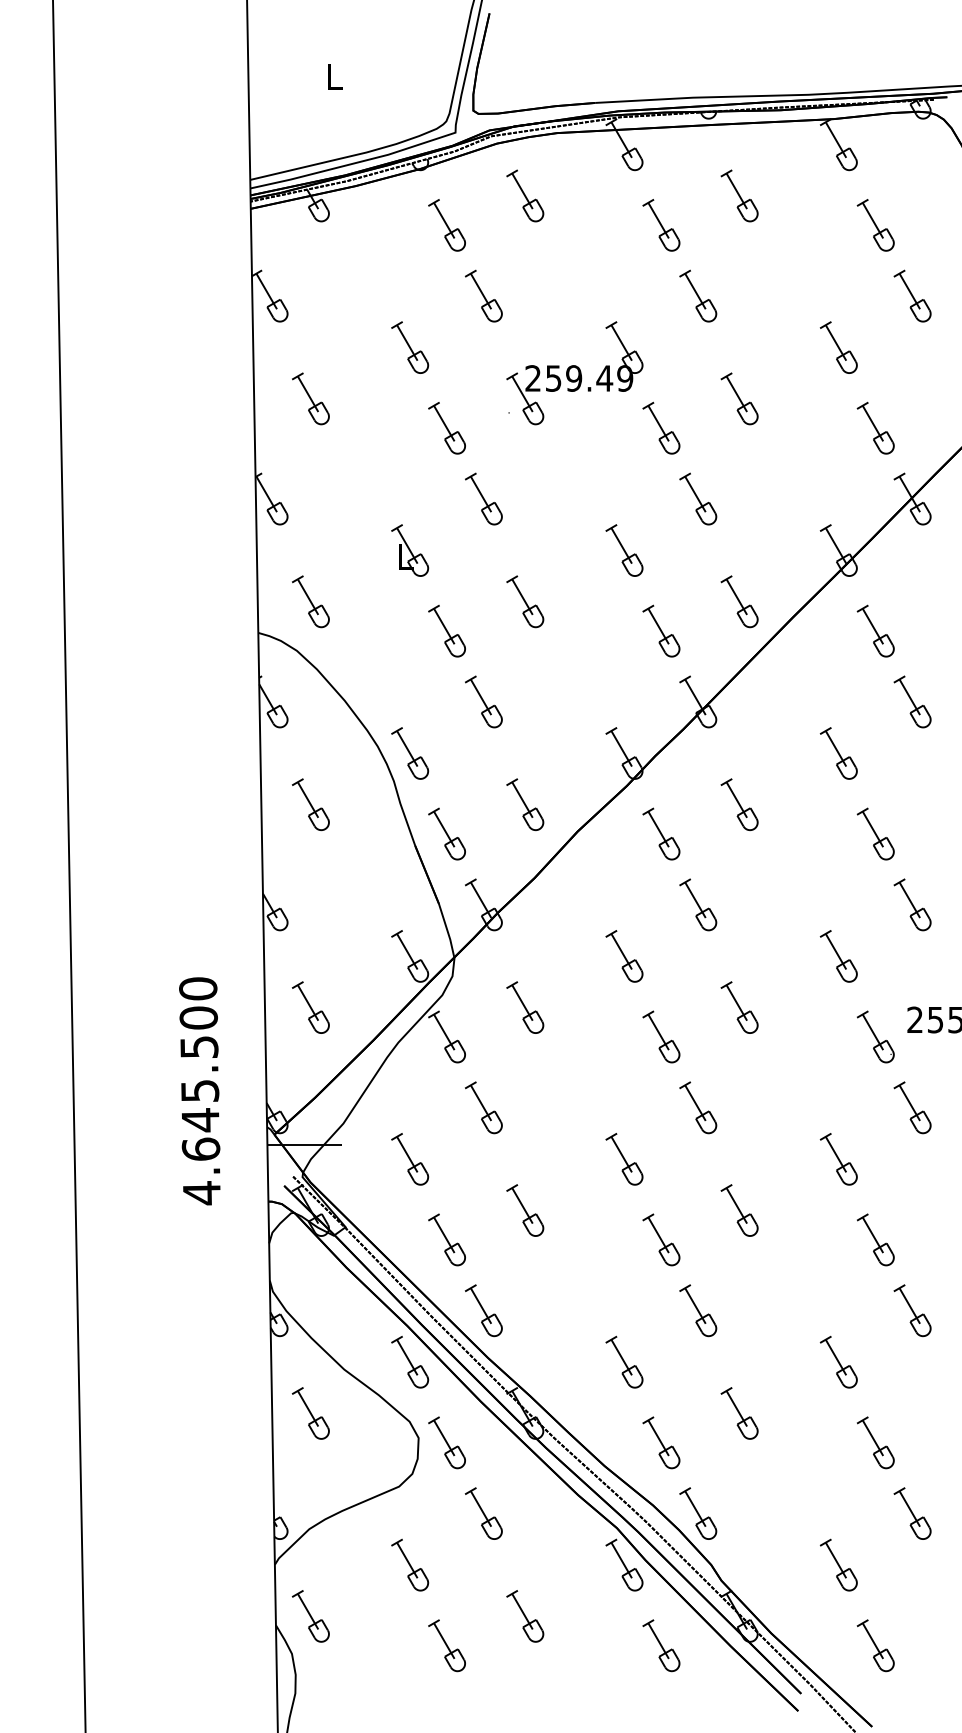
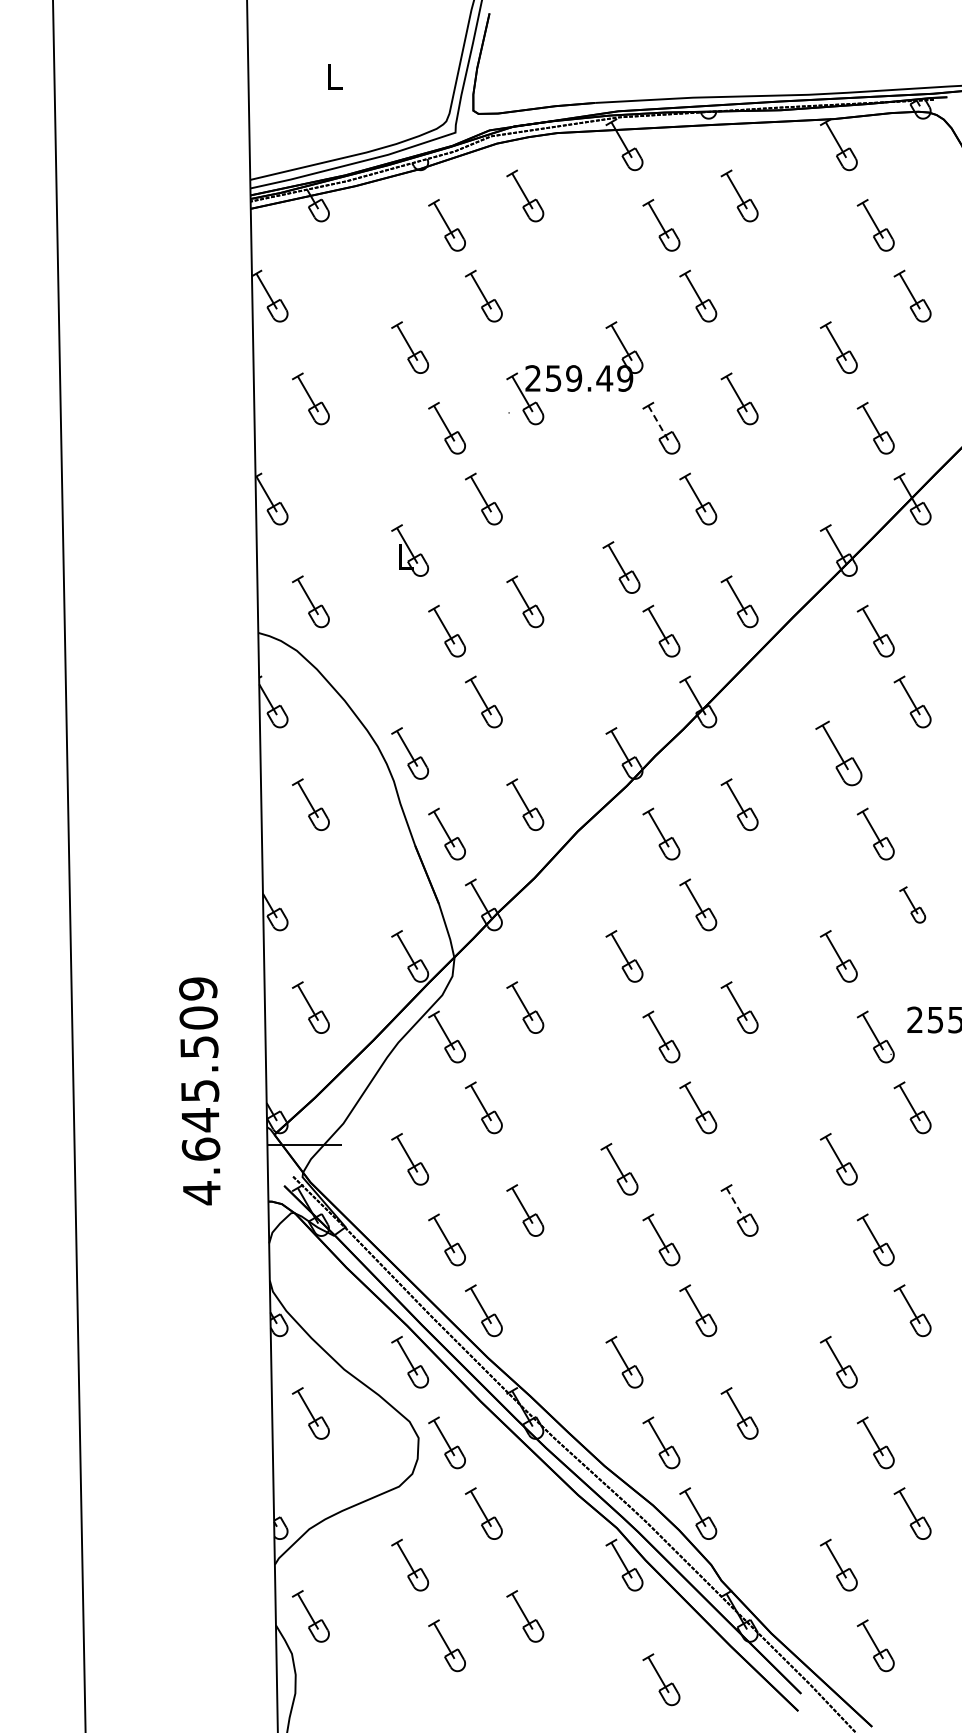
line at (658, 423): solid -> dashed
part at (624, 550) position: (624, 550) -> (621, 567)
part at (838, 753) size: 39x53 px -> 48x67 px
part at (912, 904) size: 39x54 px -> 28x38 px
text at (198, 988): 4.645.500 -> 4.645.509
part at (624, 1159) position: (624, 1159) -> (619, 1169)
line at (736, 1205): solid -> dashed
part at (661, 1645) position: (661, 1645) -> (661, 1679)
